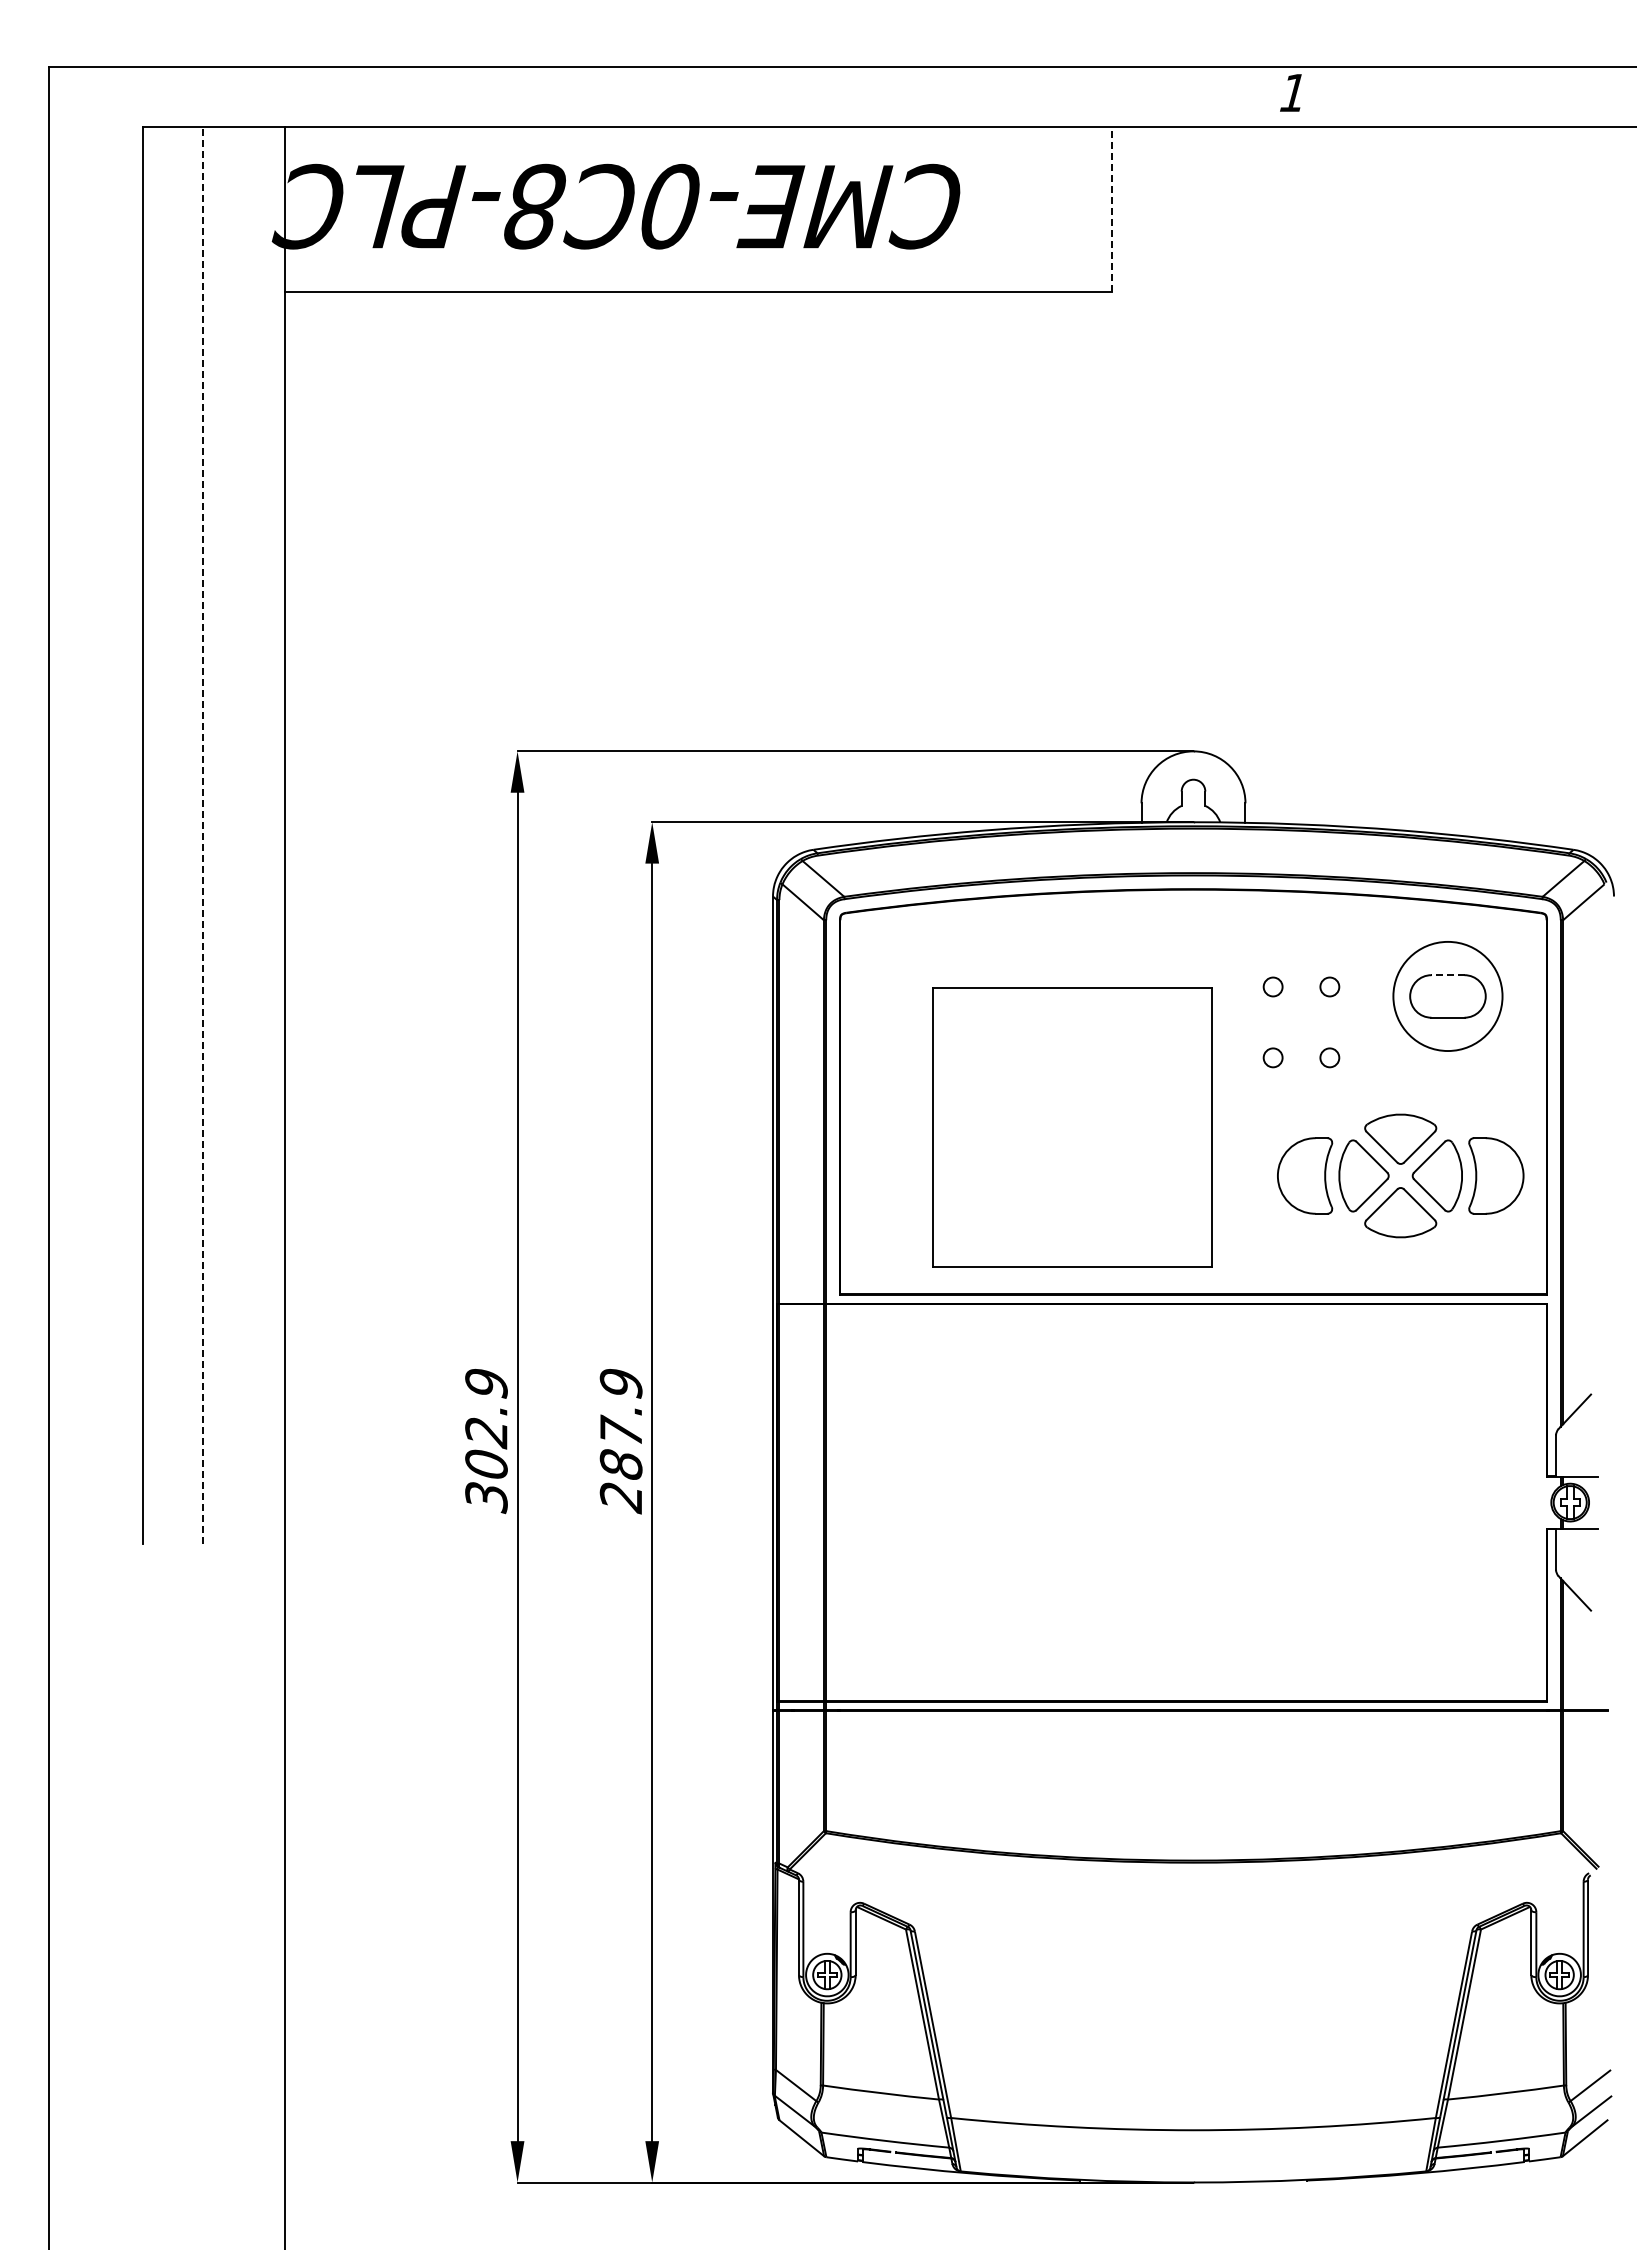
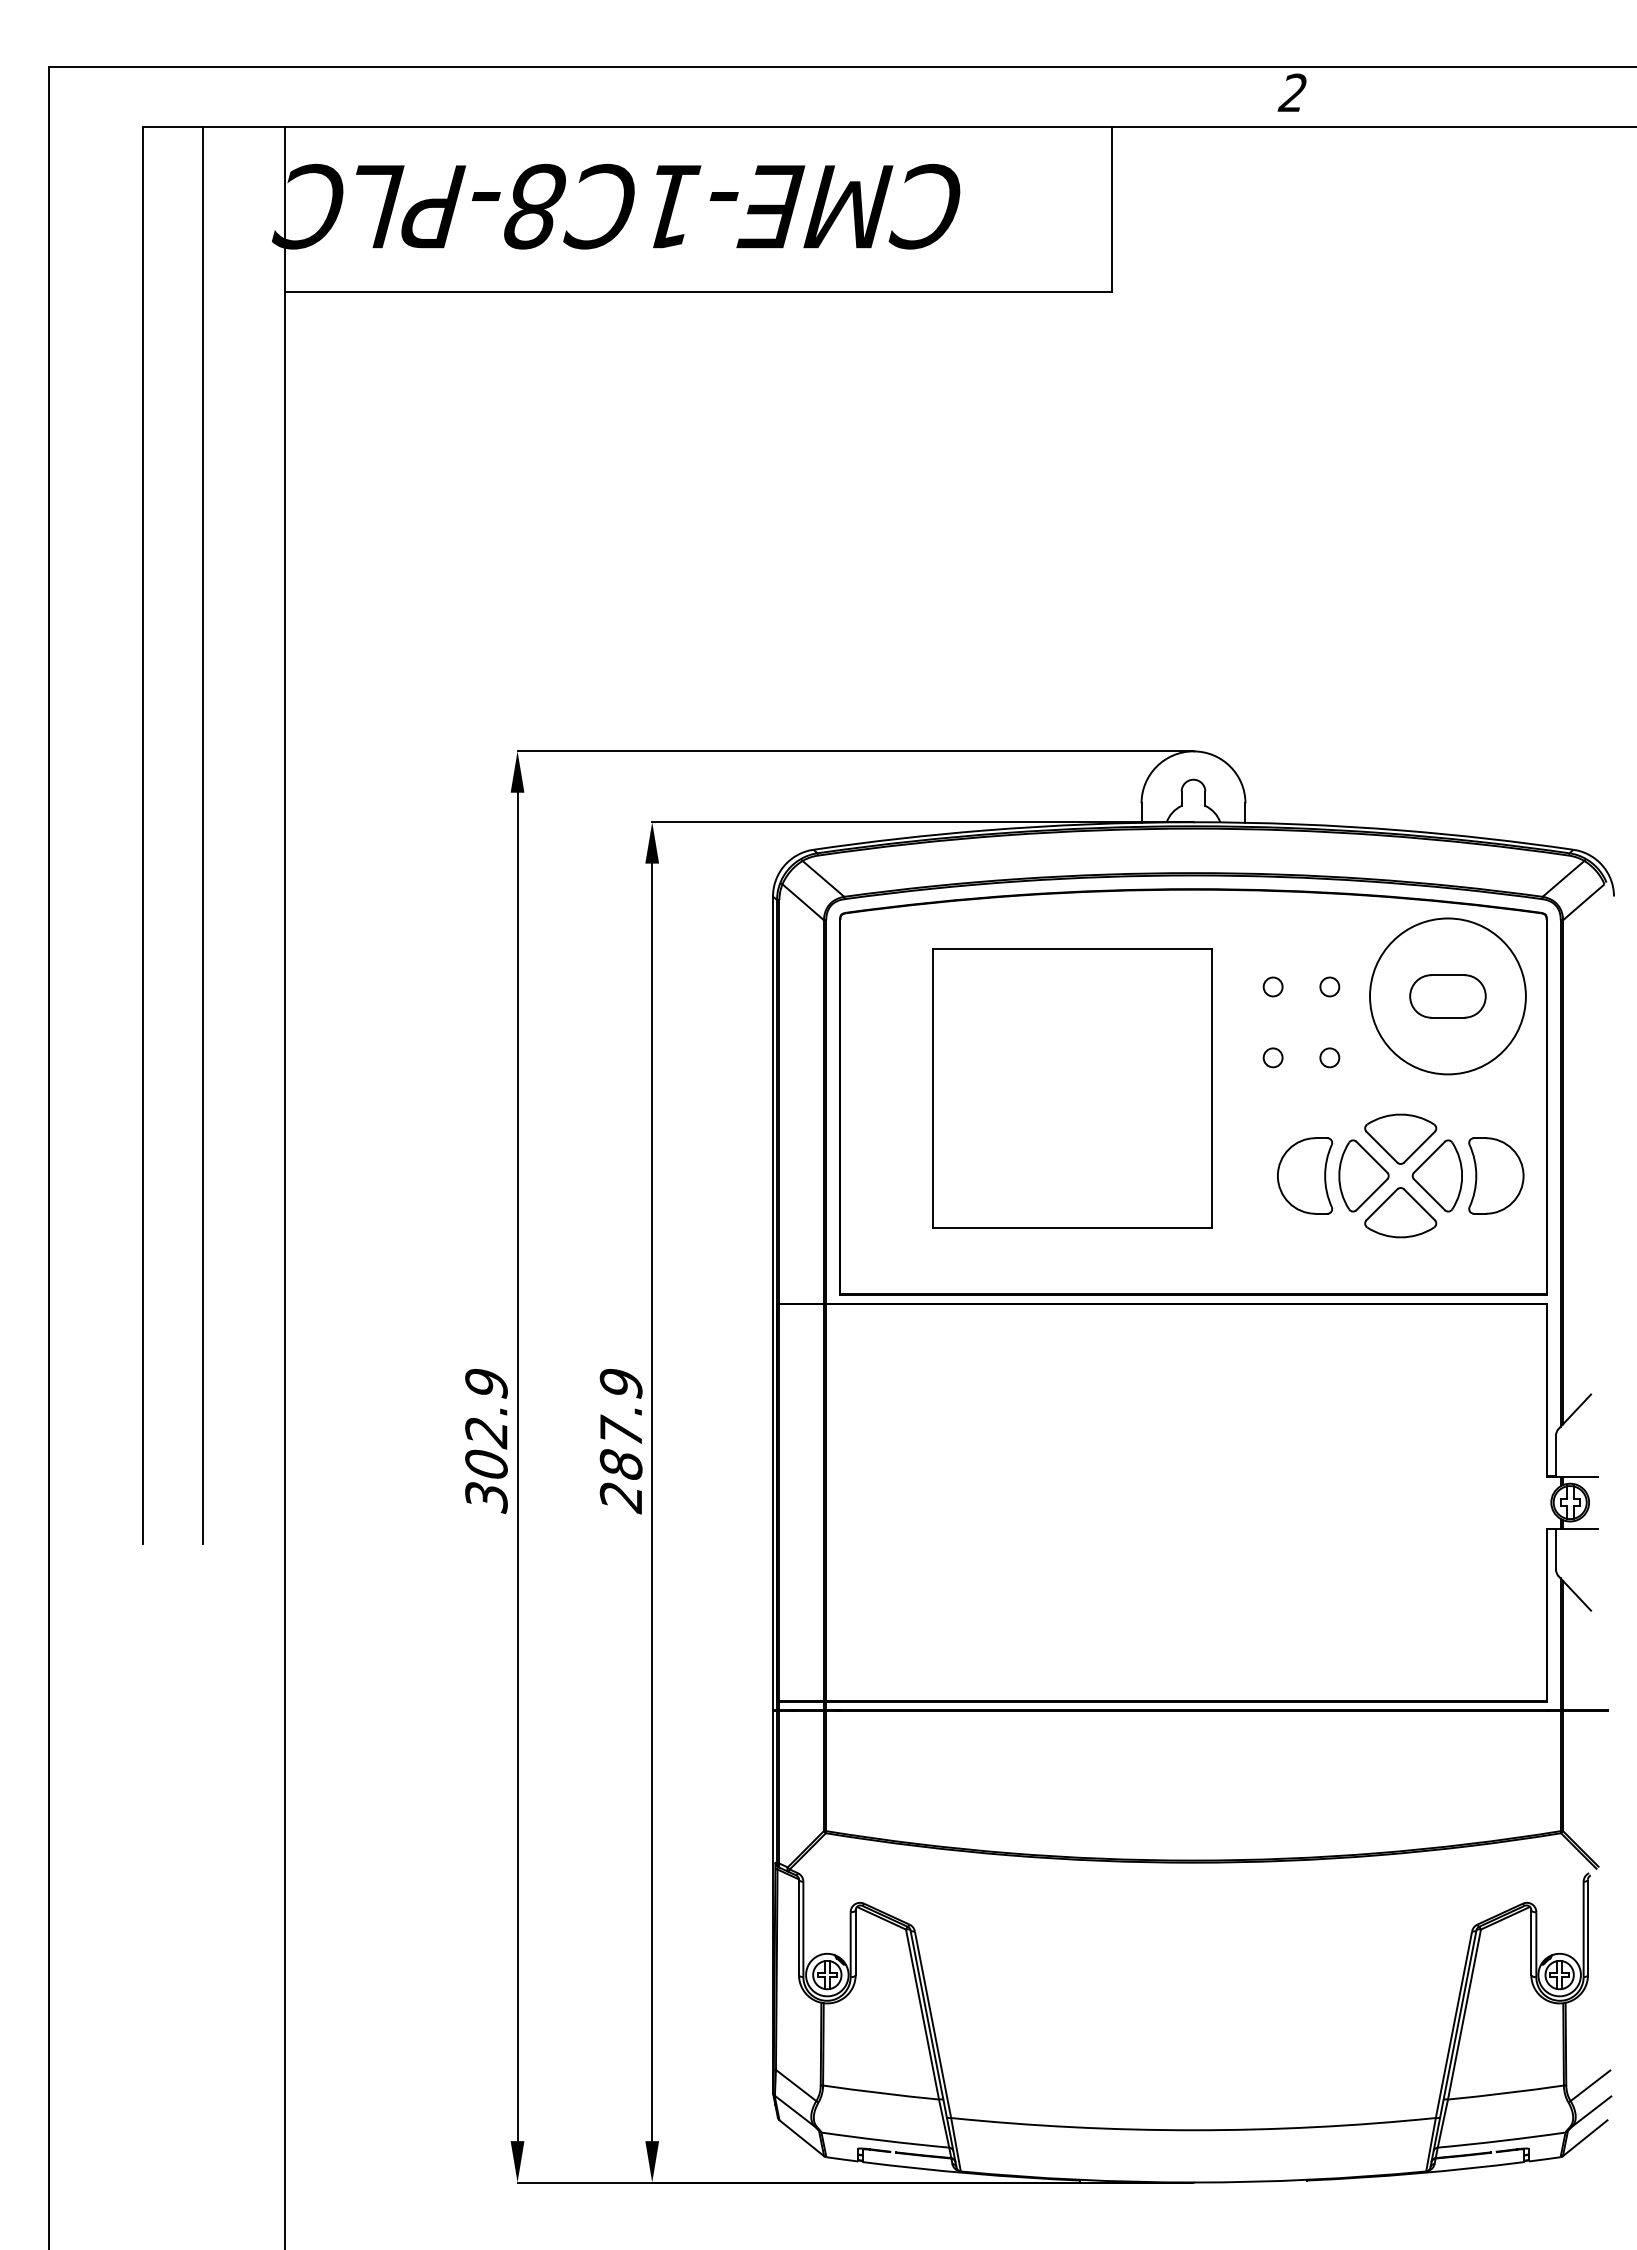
text at (1291, 92): 1 -> 2
text at (671, 206): CME-0C8-PLC -> CME-1C8-PLC
line at (1112, 209): dashed -> solid
line at (202, 835): dashed -> solid
line at (1447, 975): dashed -> solid
circle at (1447, 996) diameter: 109 px -> 156 px
part at (1072, 1127) position: (1072, 1127) -> (1072, 1088)
